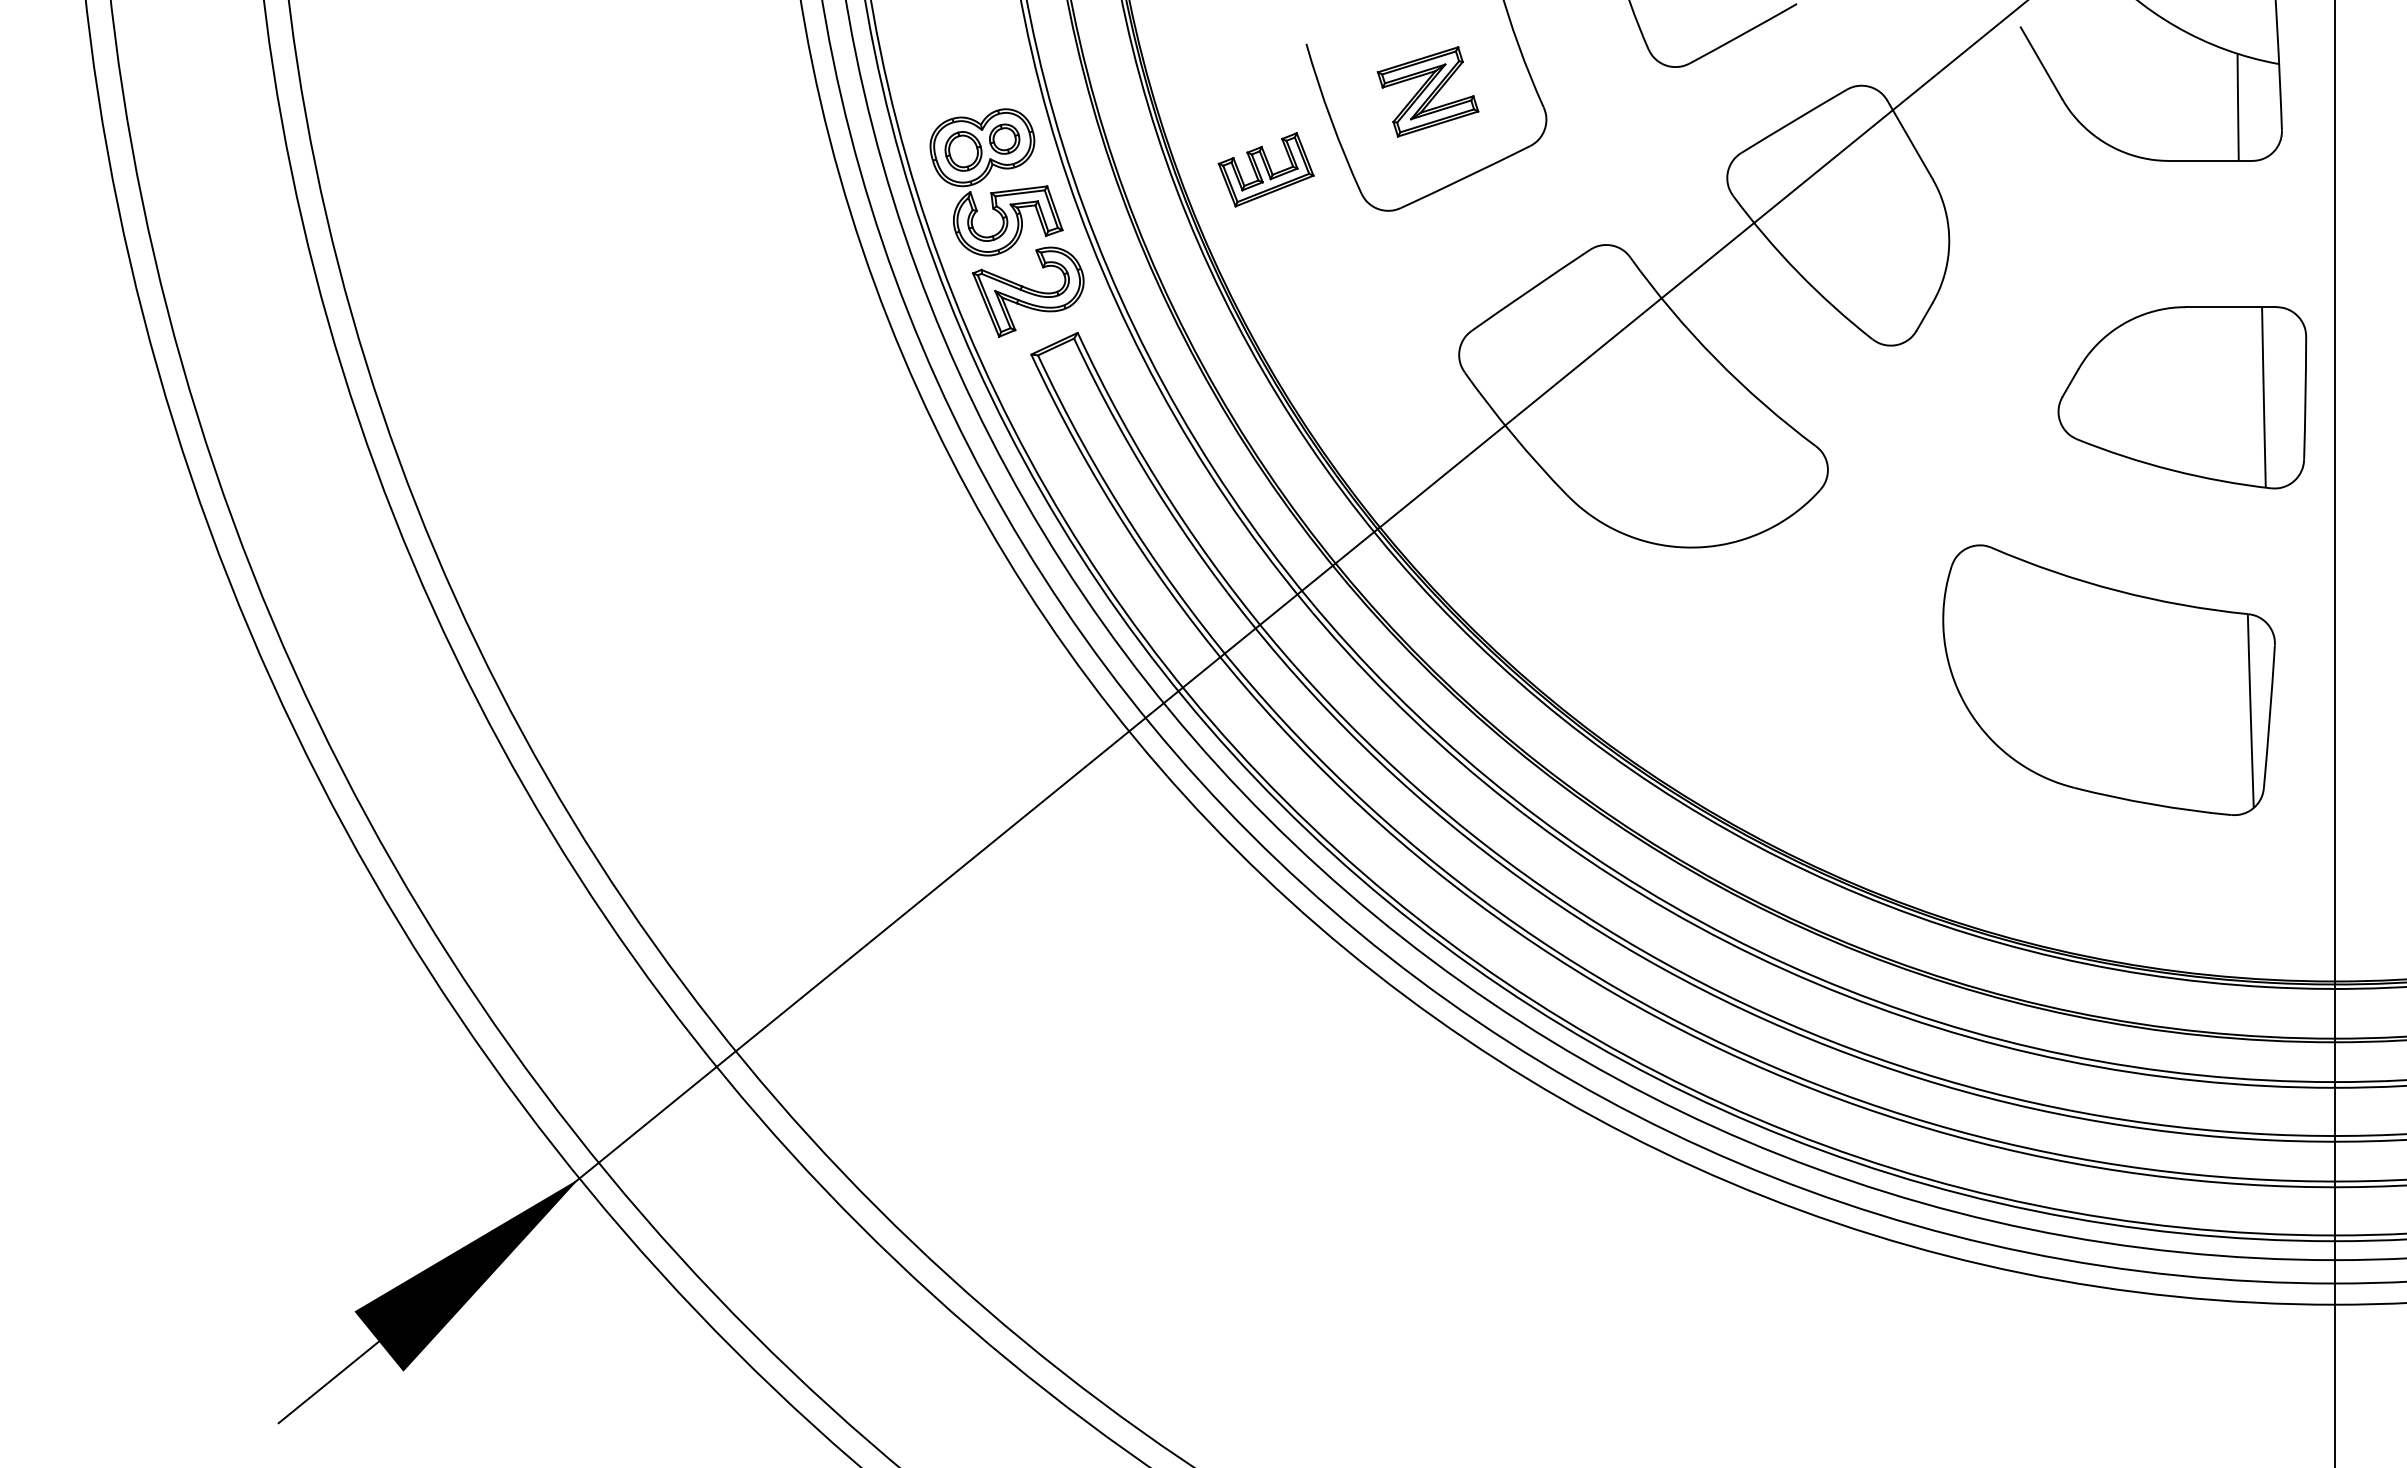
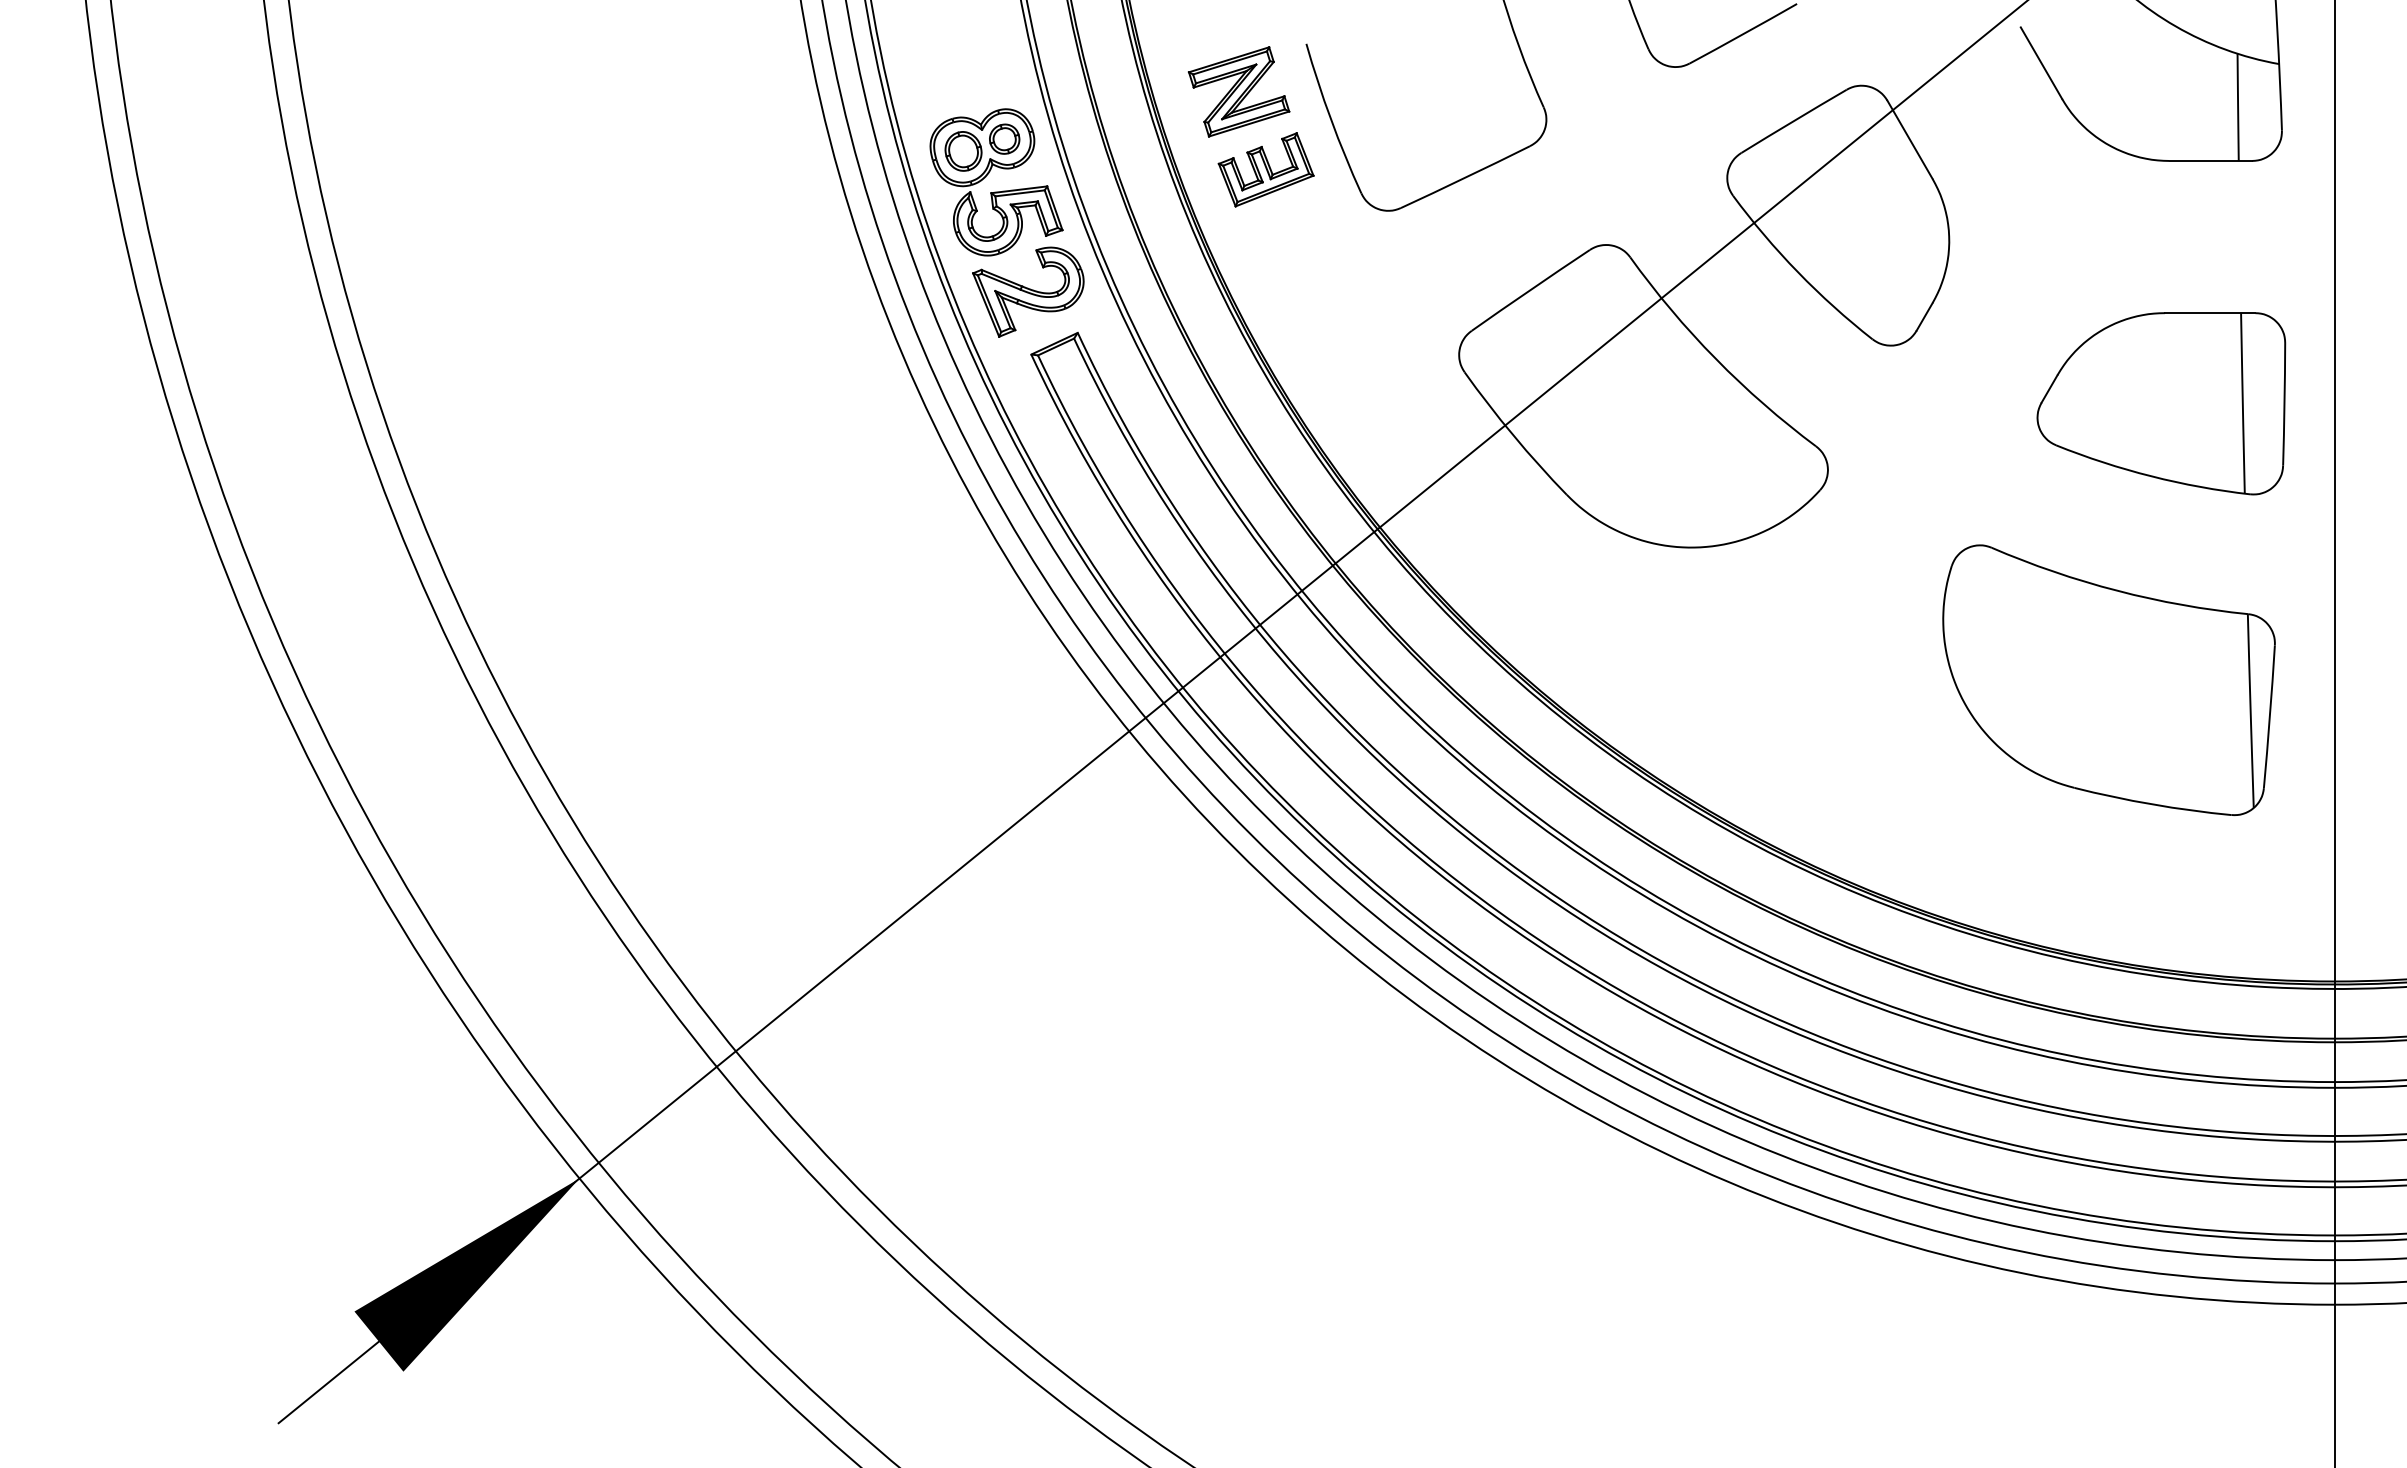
part at (1427, 91) position: (1427, 91) -> (1238, 91)
part at (2182, 397) position: (2182, 397) -> (2161, 403)
